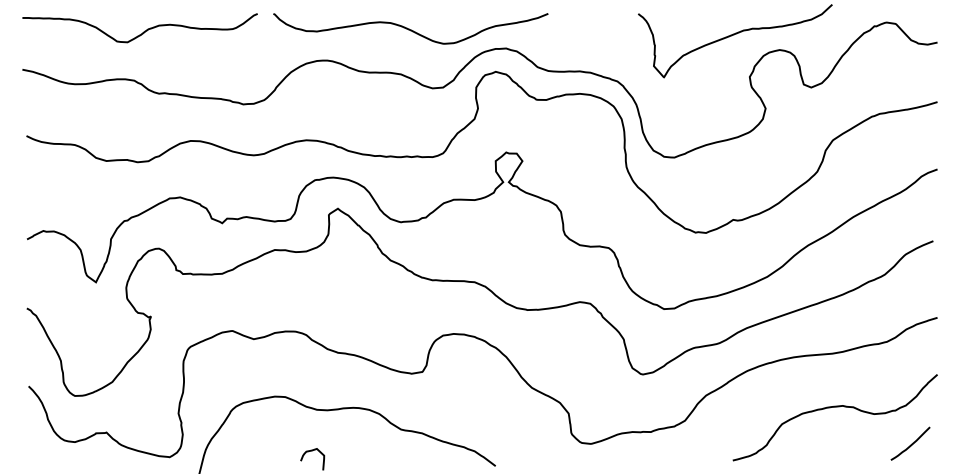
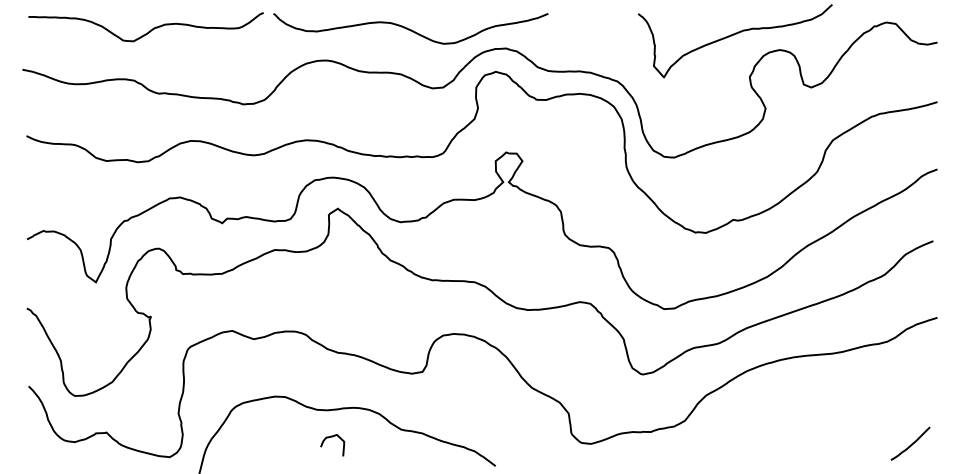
curve at (143, 31) position: (143, 31) -> (149, 30)
curve at (830, 408): present -> none
curve at (312, 451) position: (312, 451) -> (332, 437)
